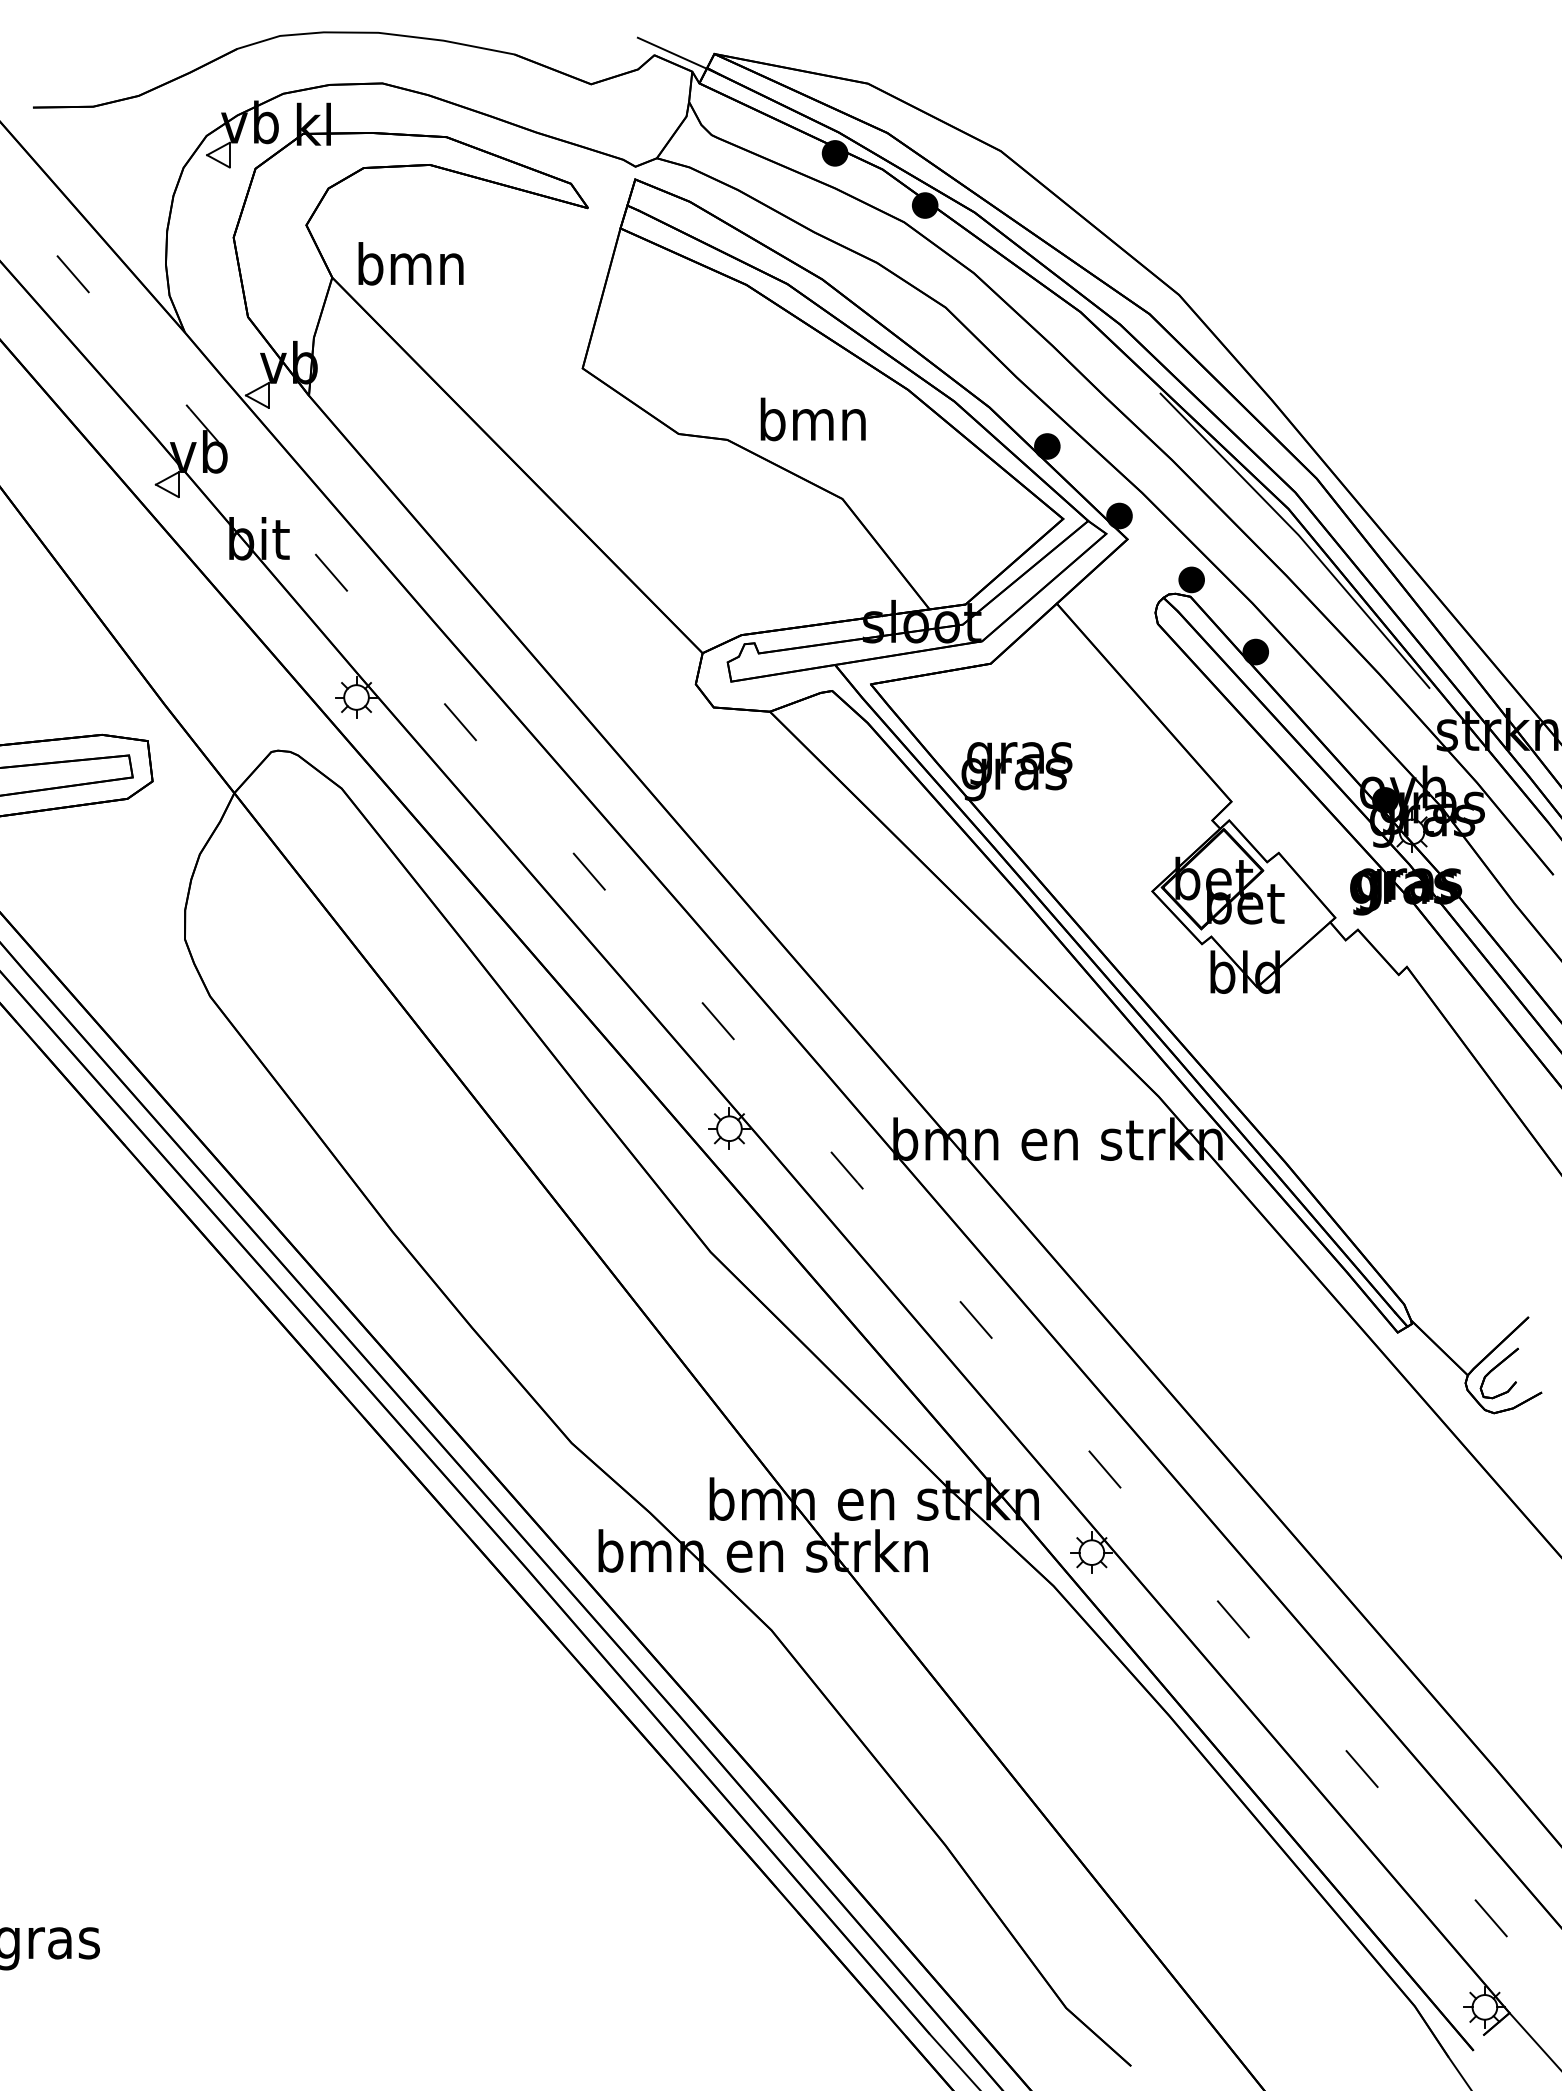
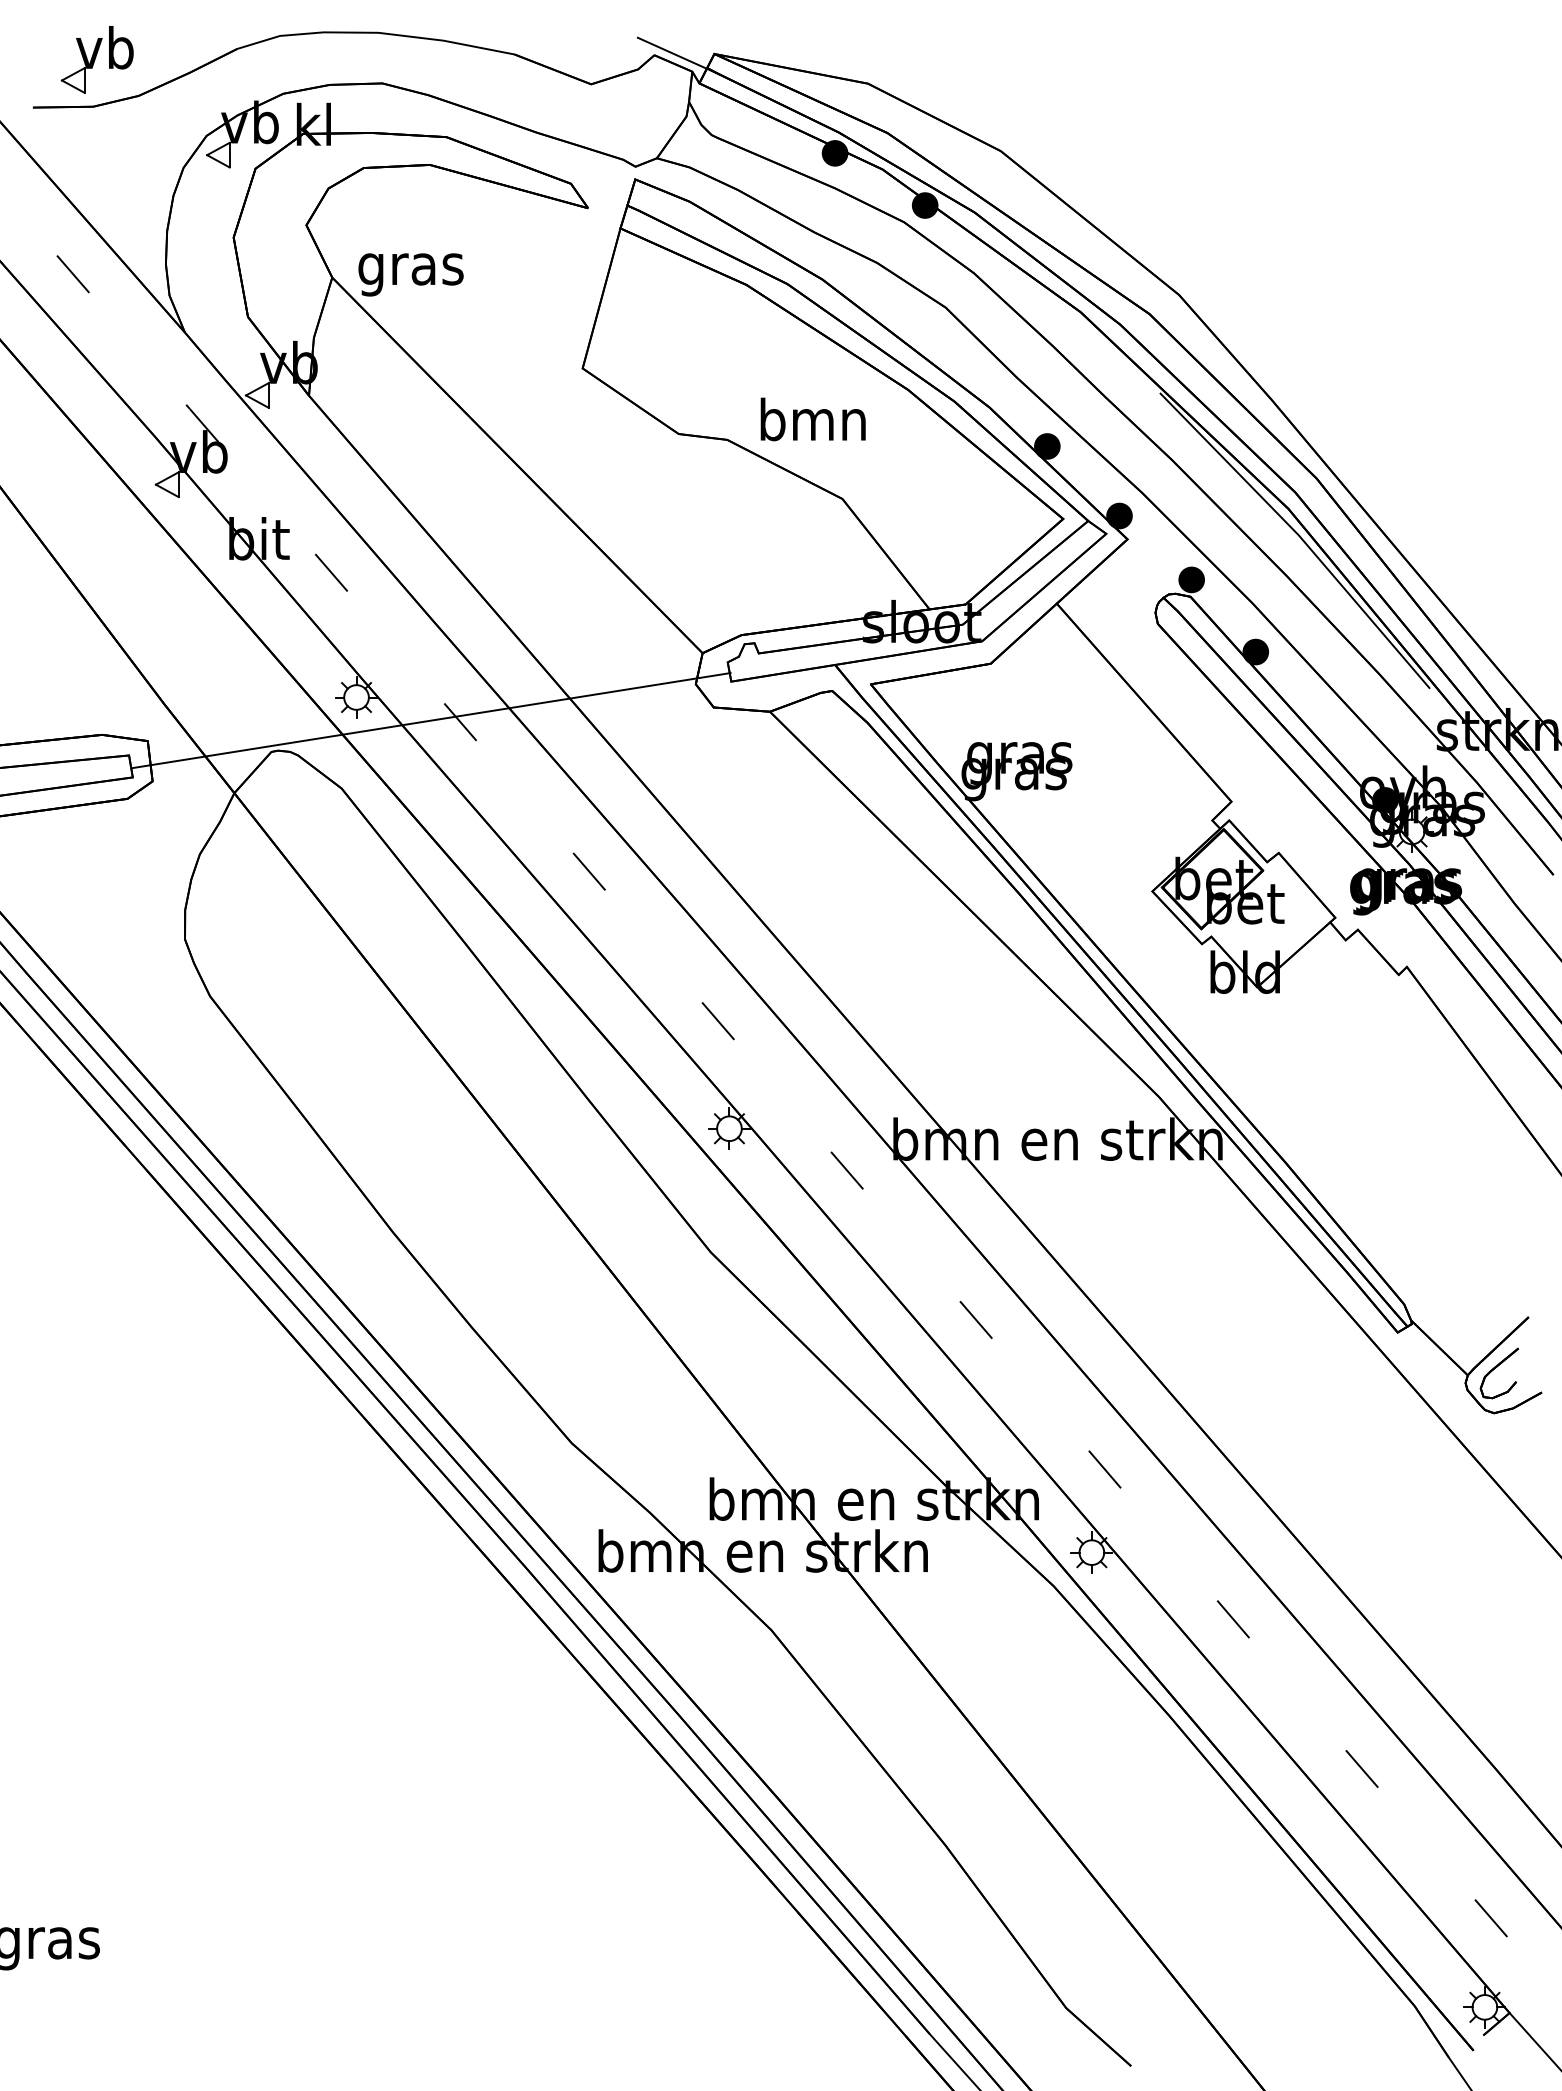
part at (96, 59): none -> present
text at (410, 269): bmn -> gras
line at (431, 720): none -> present
